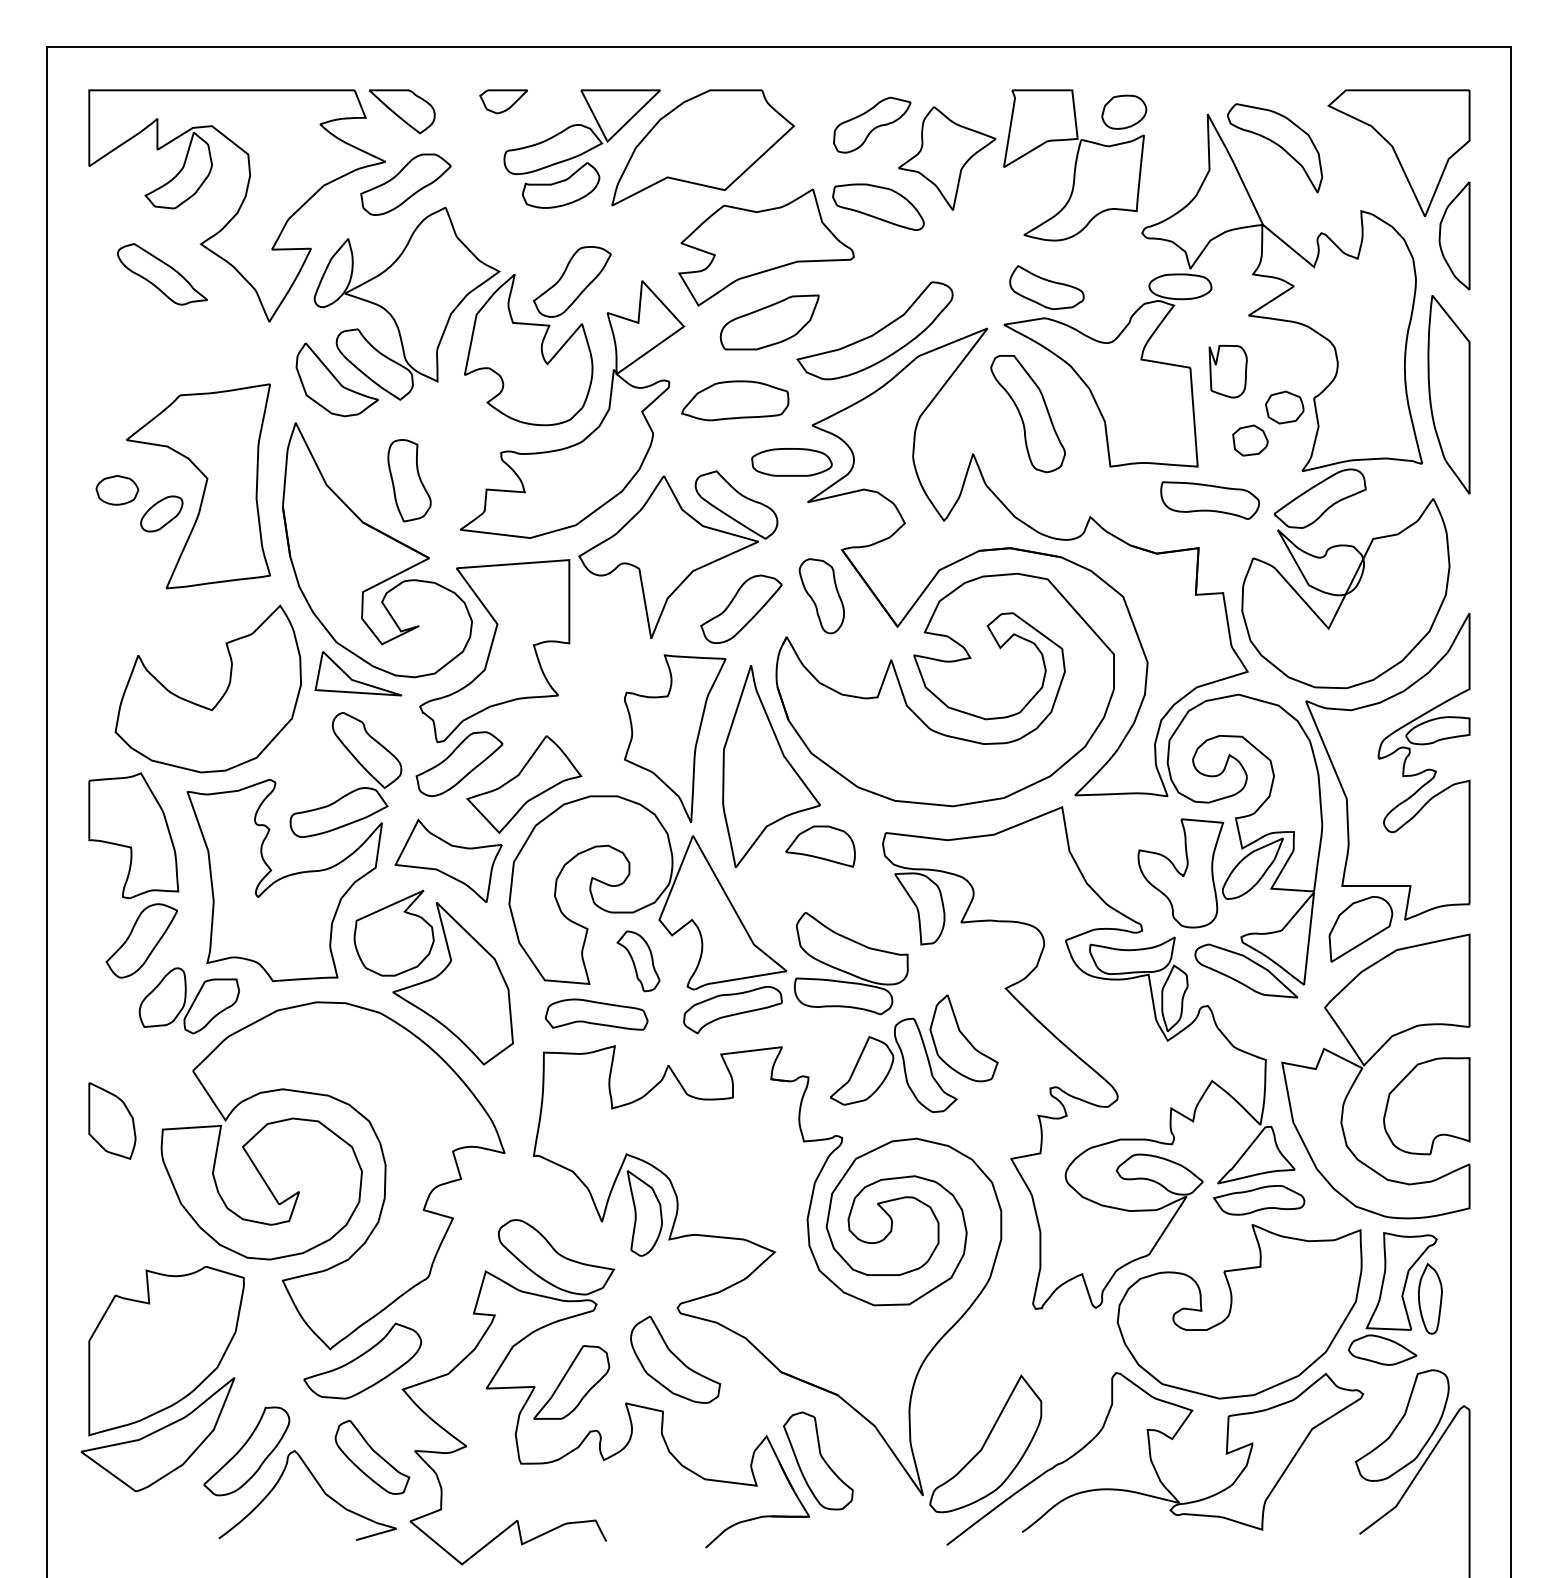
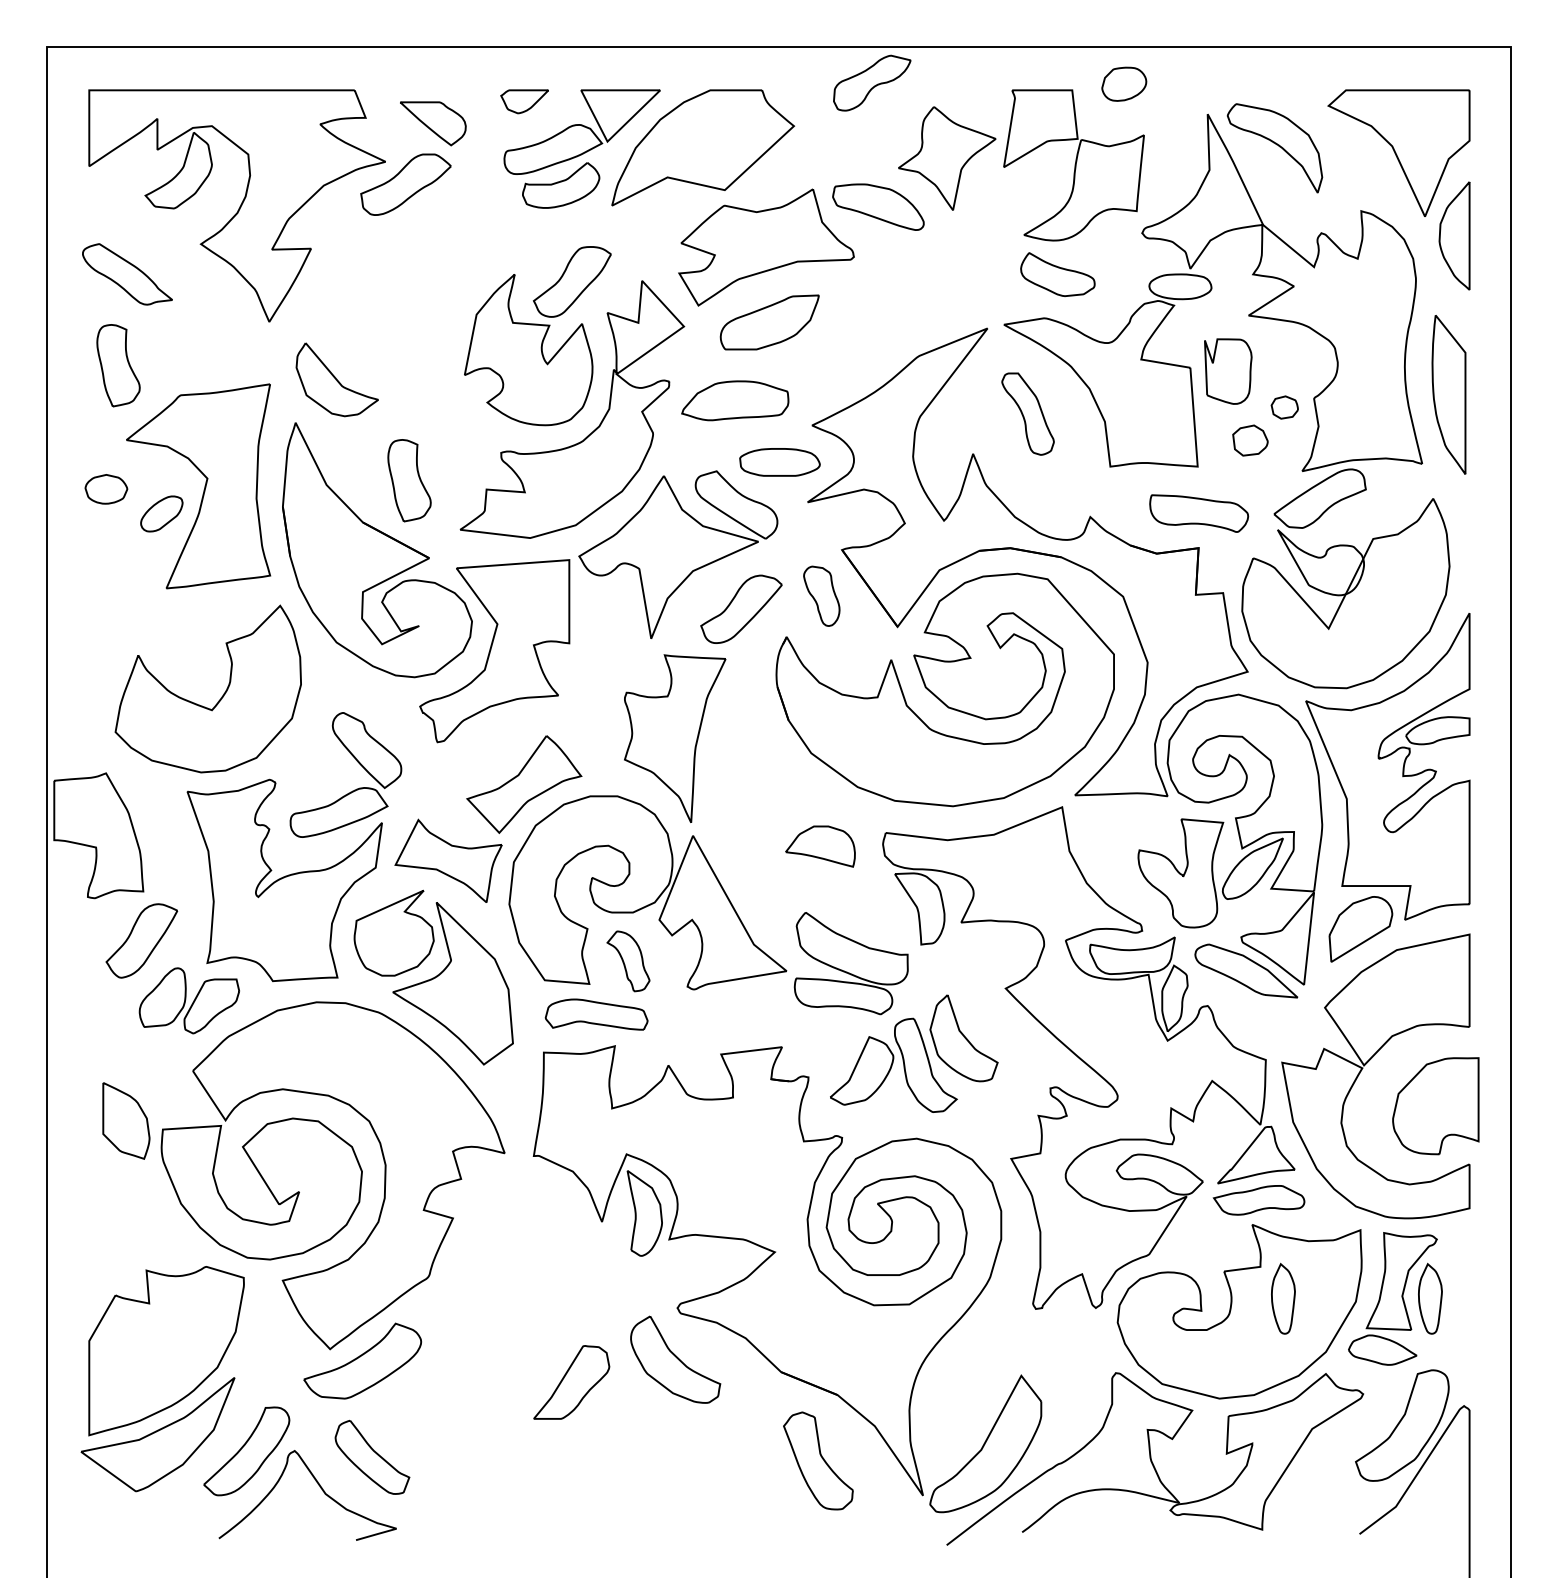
part at (503, 101) position: (503, 101) -> (524, 101)
part at (402, 111) position: (402, 111) -> (433, 123)
part at (1124, 111) position: (1124, 111) -> (1124, 83)
part at (872, 124) position: (872, 124) -> (872, 82)
part at (162, 274) position: (162, 274) -> (127, 274)
part at (1046, 287) position: (1046, 287) -> (1057, 274)
part at (406, 303): present -> none
part at (874, 330): present -> none
part at (118, 365): none -> present
part at (1227, 371) size: 40x54 px -> 49x67 px
part at (1448, 394) size: 44x200 px -> 36x160 px
part at (1284, 407) size: 40x35 px -> 29x25 px
part at (1027, 414) size: 76x119 px -> 54x84 px
part at (791, 462) position: (791, 462) -> (779, 462)
part at (117, 490) position: (117, 490) -> (106, 489)
part at (1210, 500) position: (1210, 500) -> (1199, 513)
part at (821, 596) size: 47x77 px -> 38x62 px
part at (357, 680): present -> none
part at (459, 763): present -> none
part at (771, 766): present -> none
part at (133, 835) position: (133, 835) -> (98, 835)
part at (638, 961) position: (638, 961) -> (628, 961)
part at (732, 1010): present -> none
part at (1426, 1106) position: (1426, 1106) -> (1435, 1106)
part at (112, 1120) position: (112, 1120) -> (126, 1120)
part at (1283, 1298): none -> present
part at (625, 1402): present -> none
